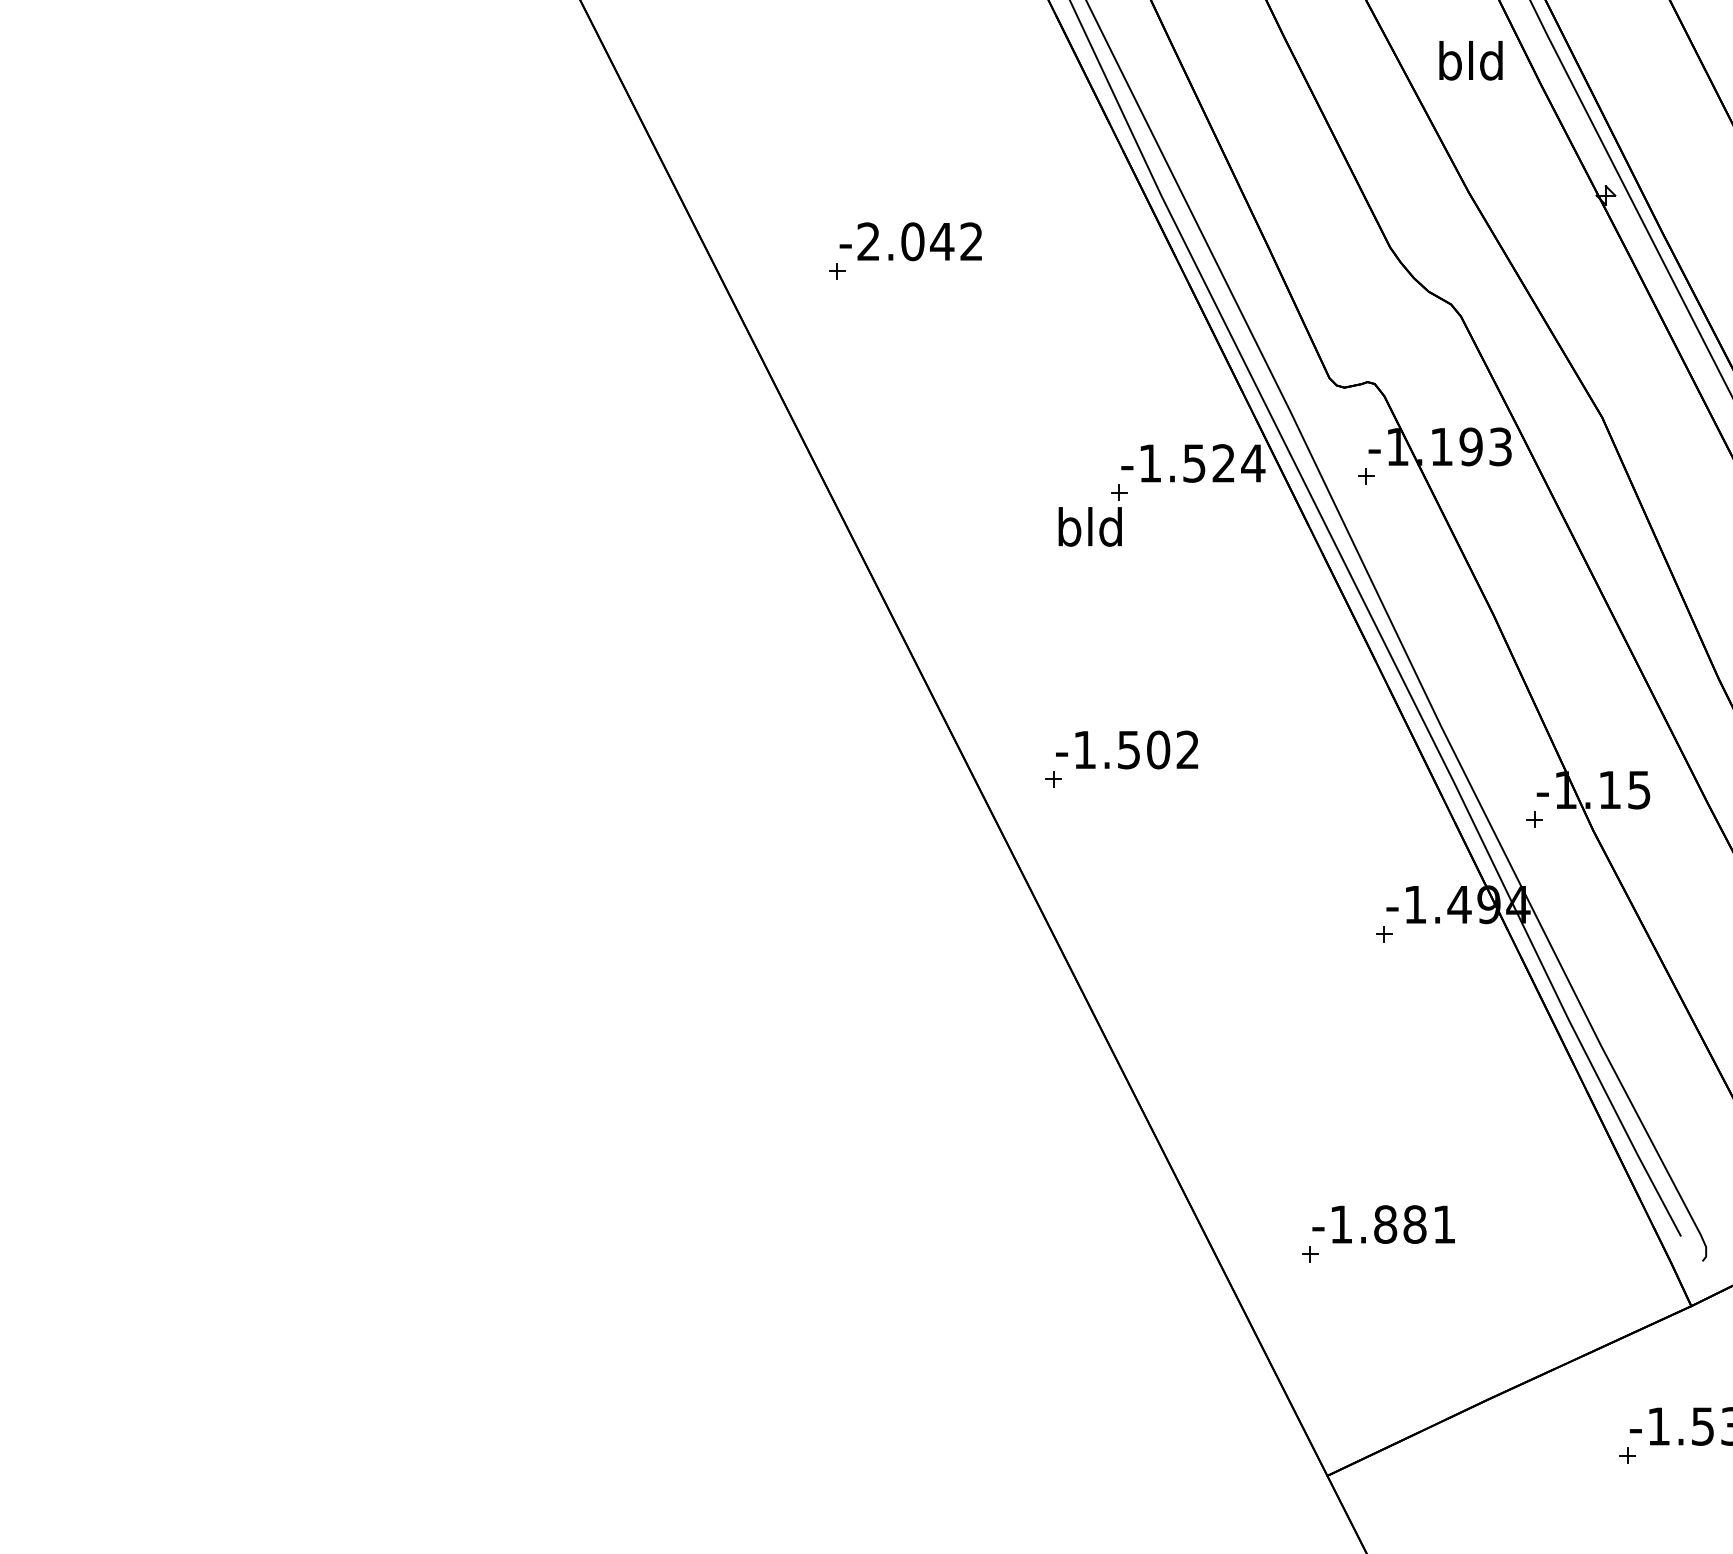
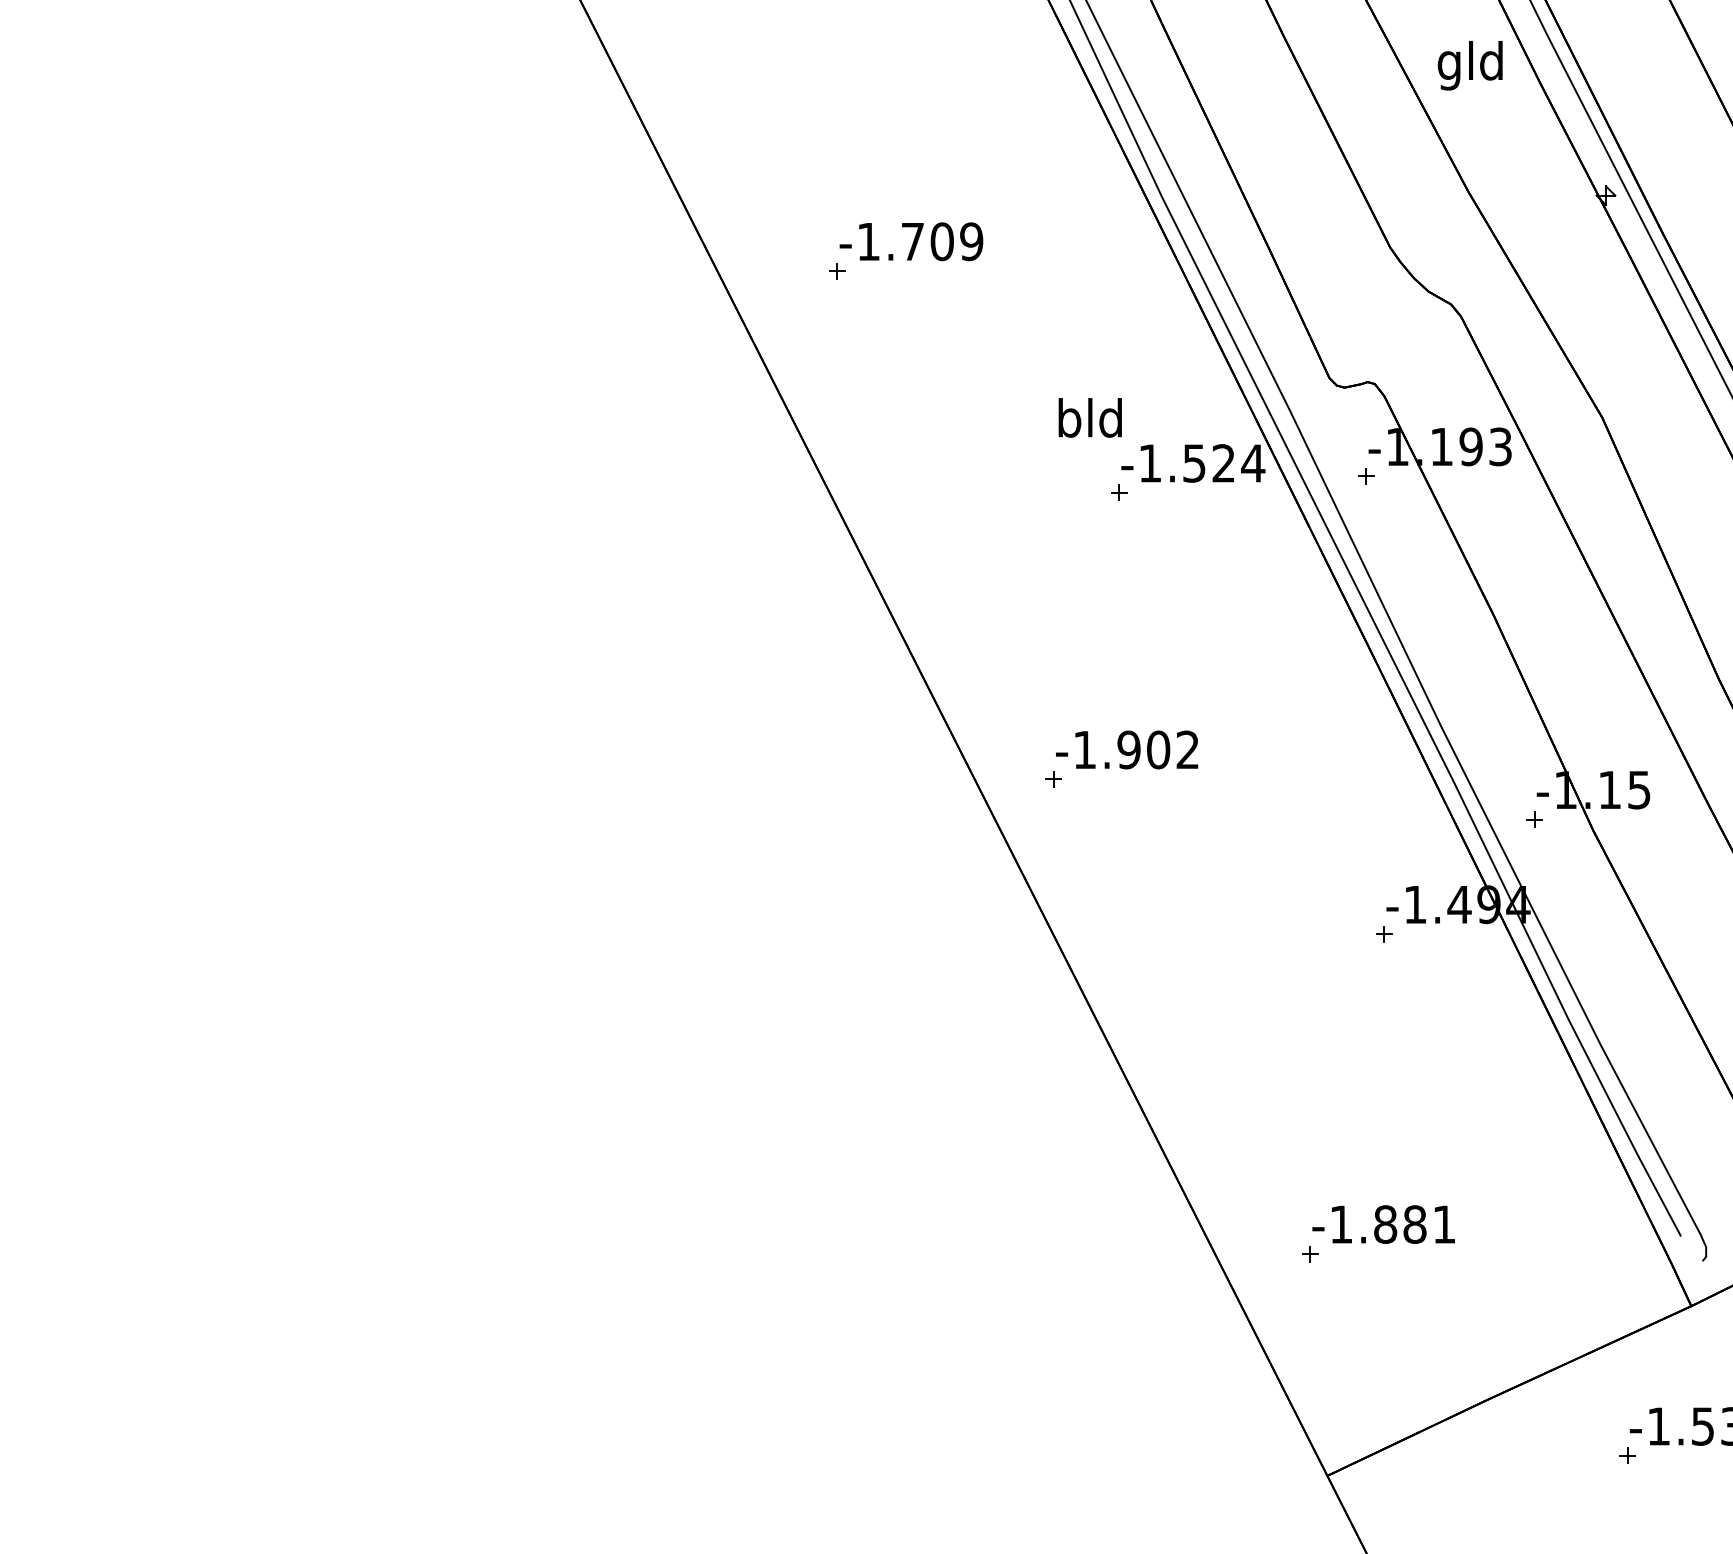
text at (1449, 65): bld -> gld
text at (920, 241): -2.042 -> -1.709
text at (1089, 526) position: (1089, 526) -> (1089, 417)
text at (1128, 749): -1.502 -> -1.902
